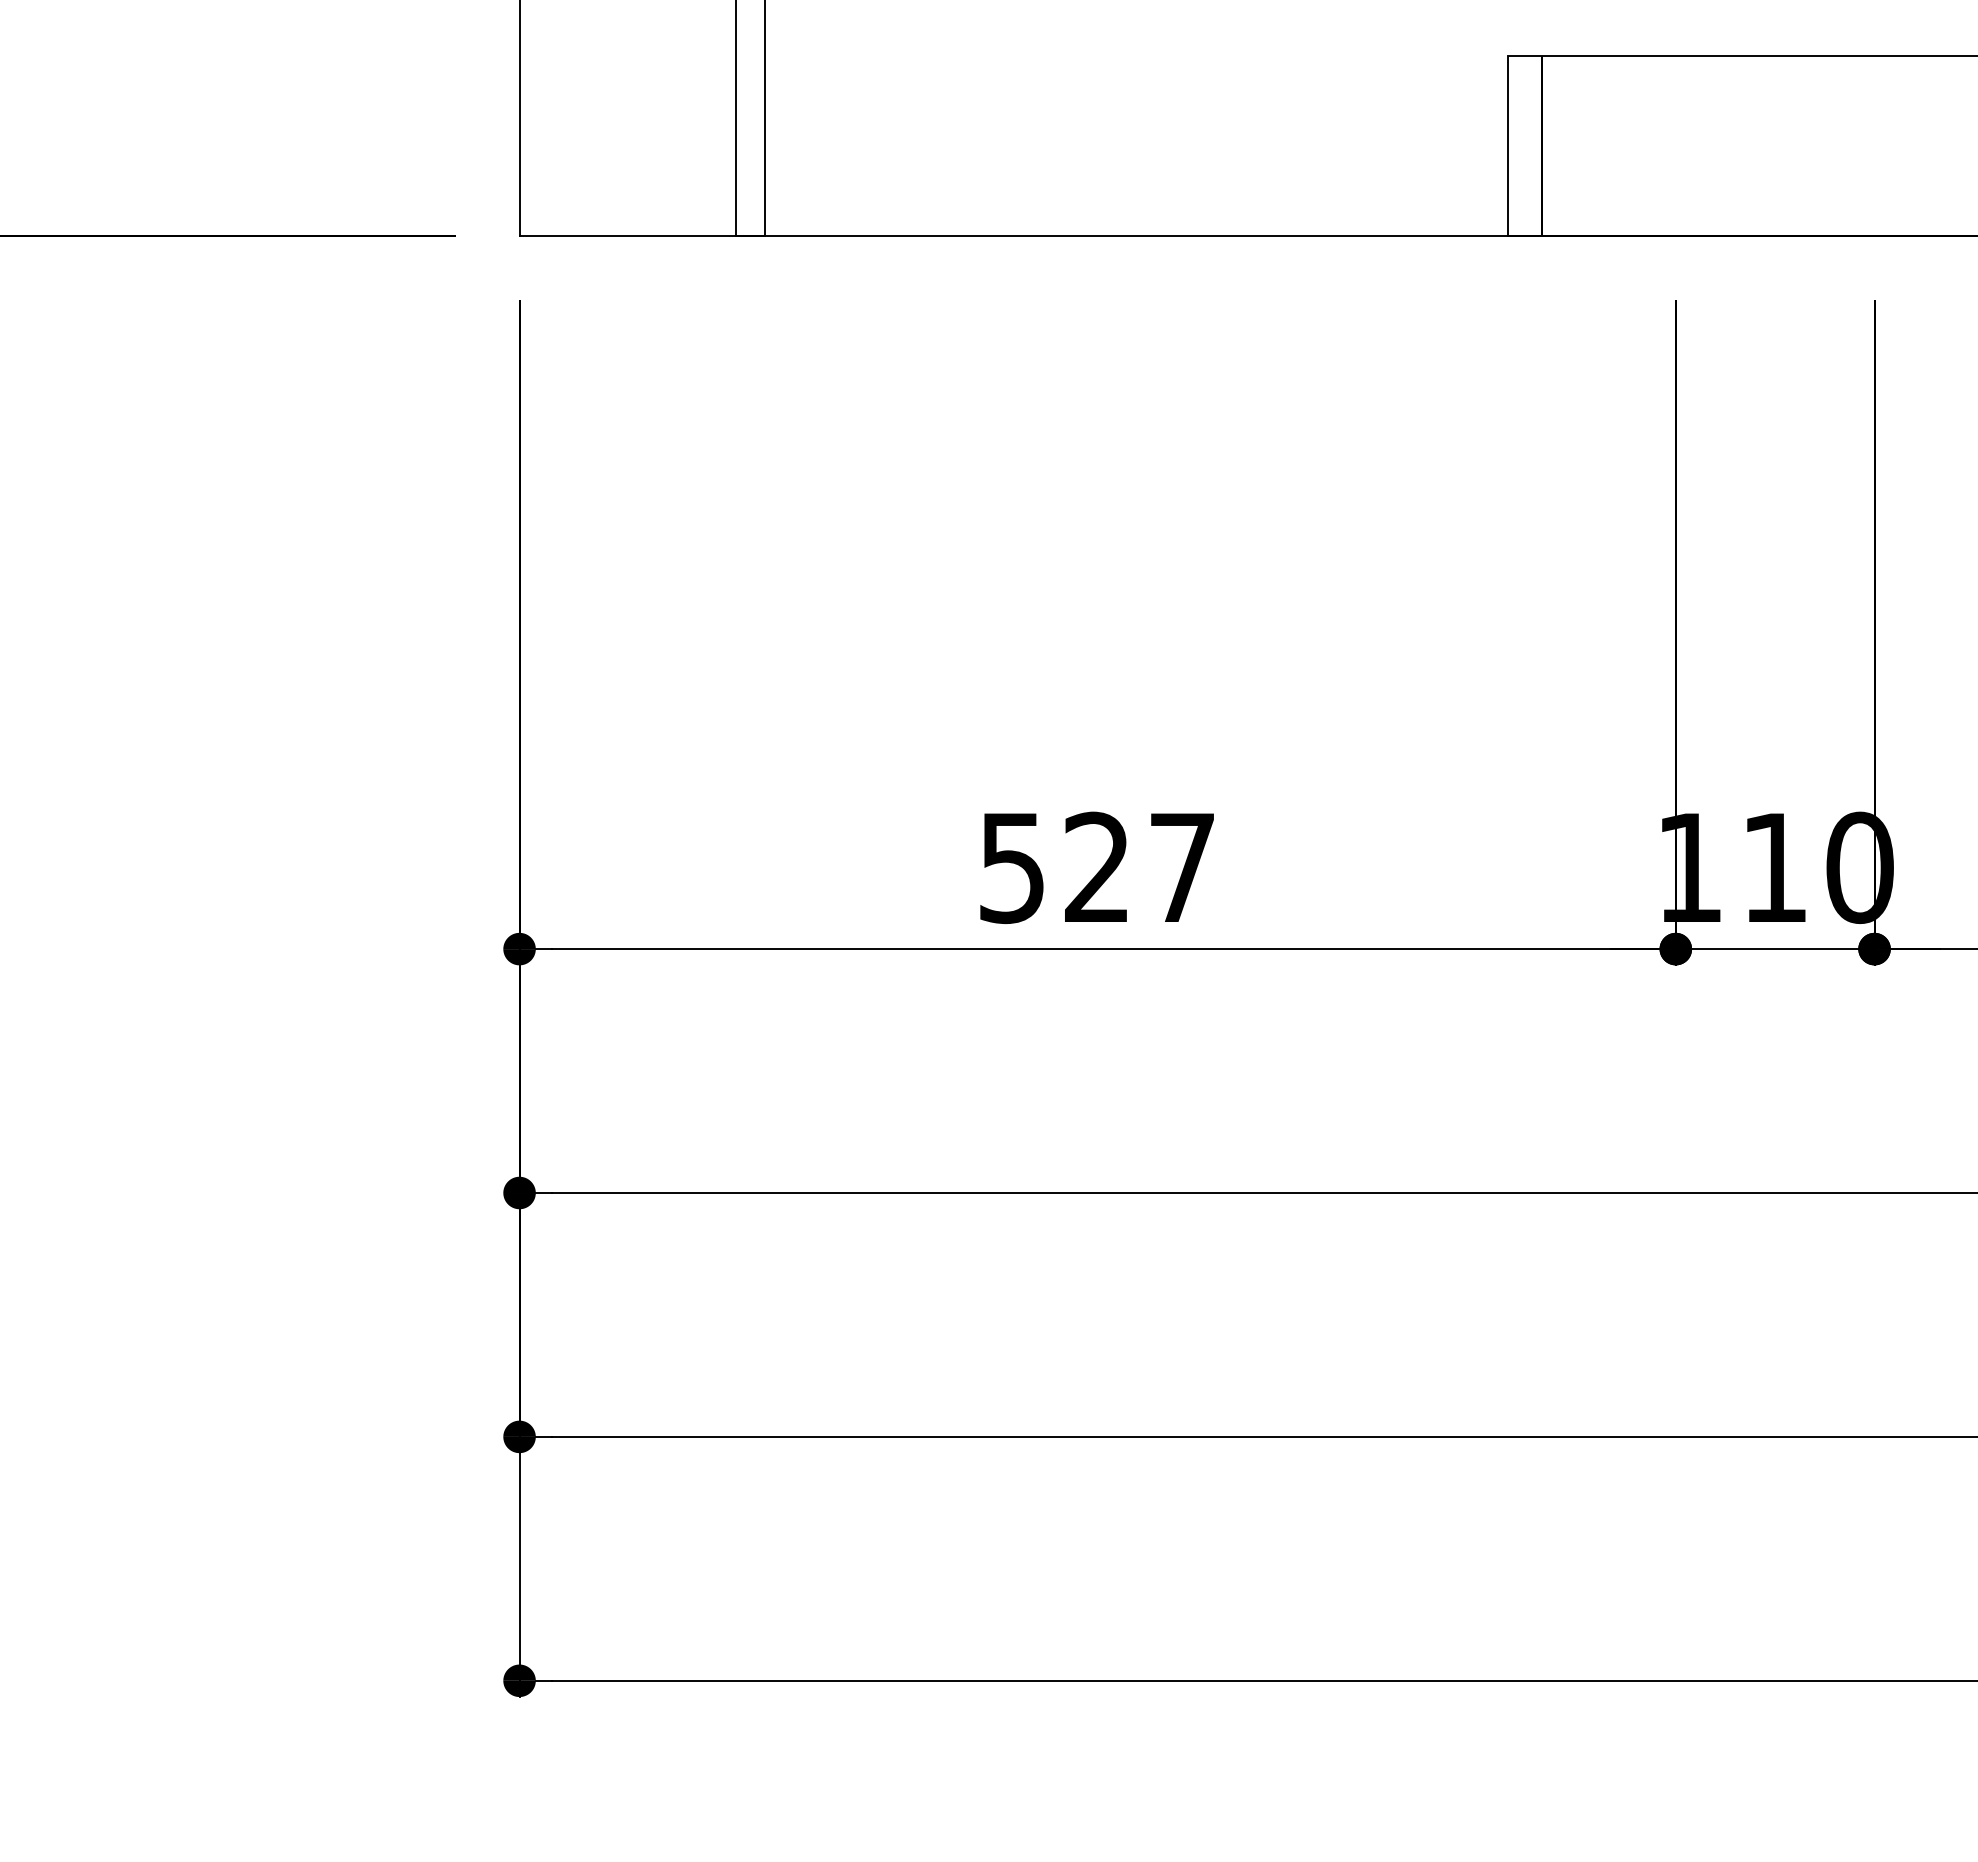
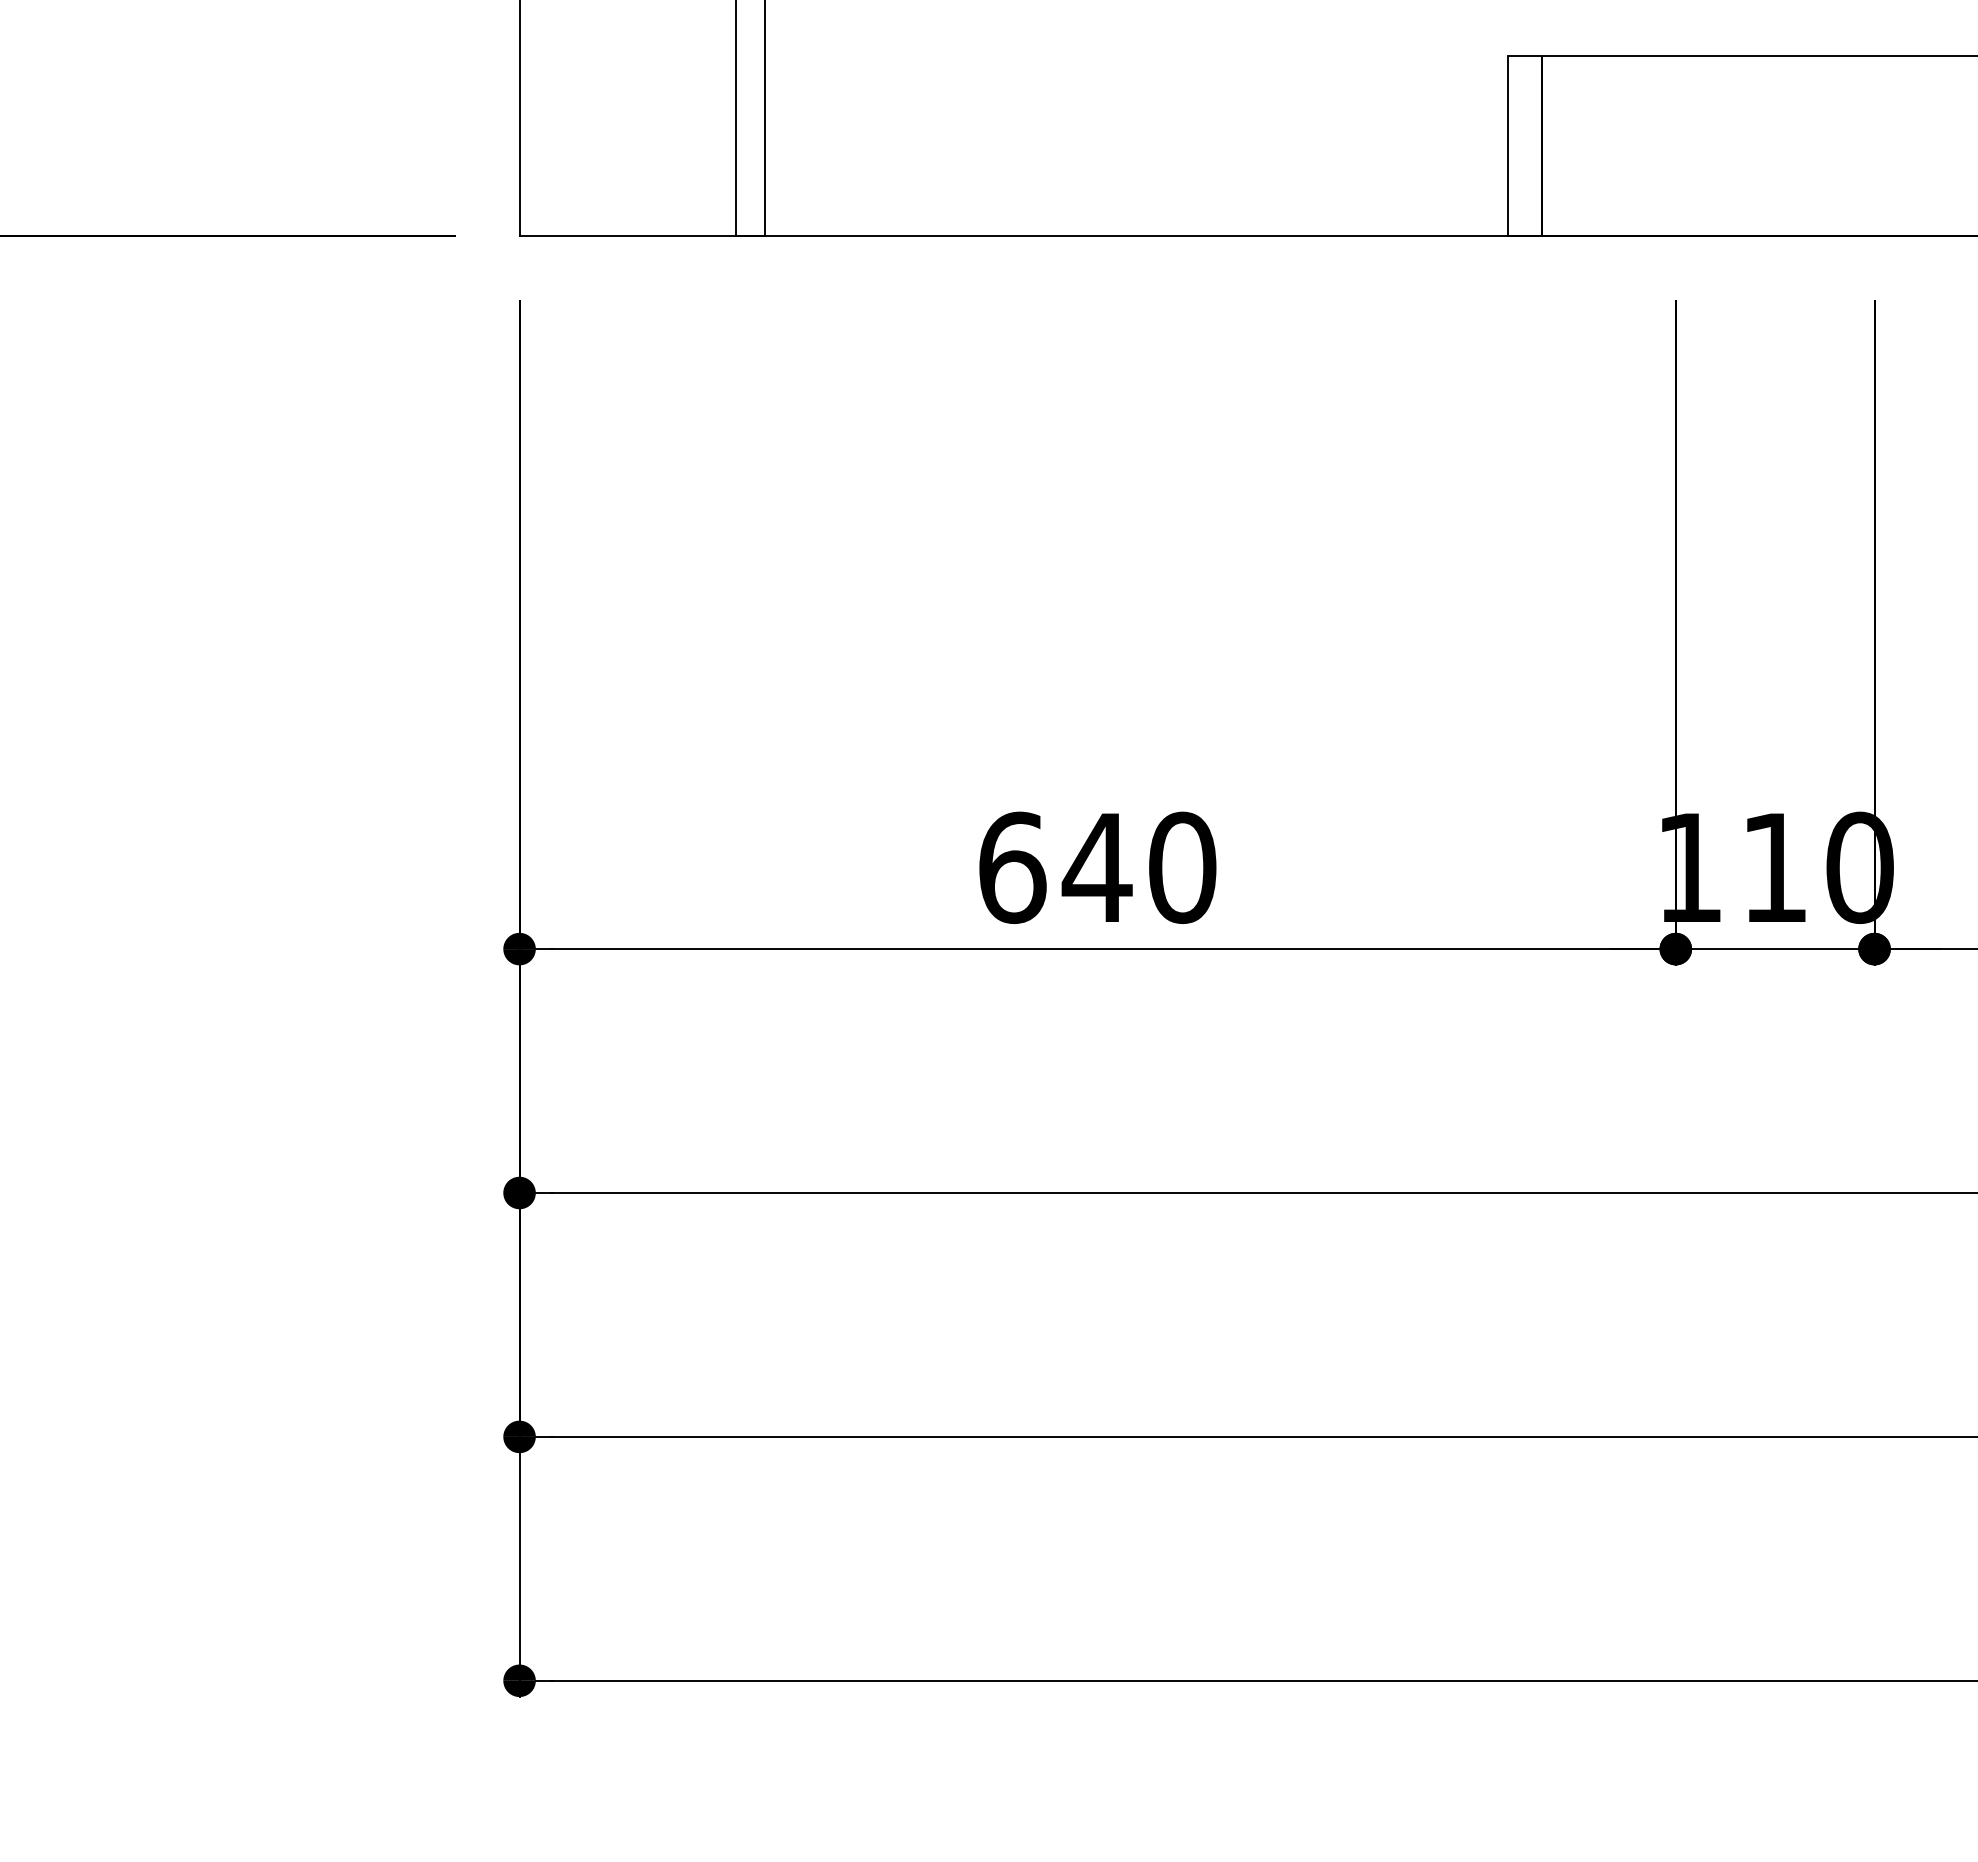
text at (1097, 867): 527 -> 640
